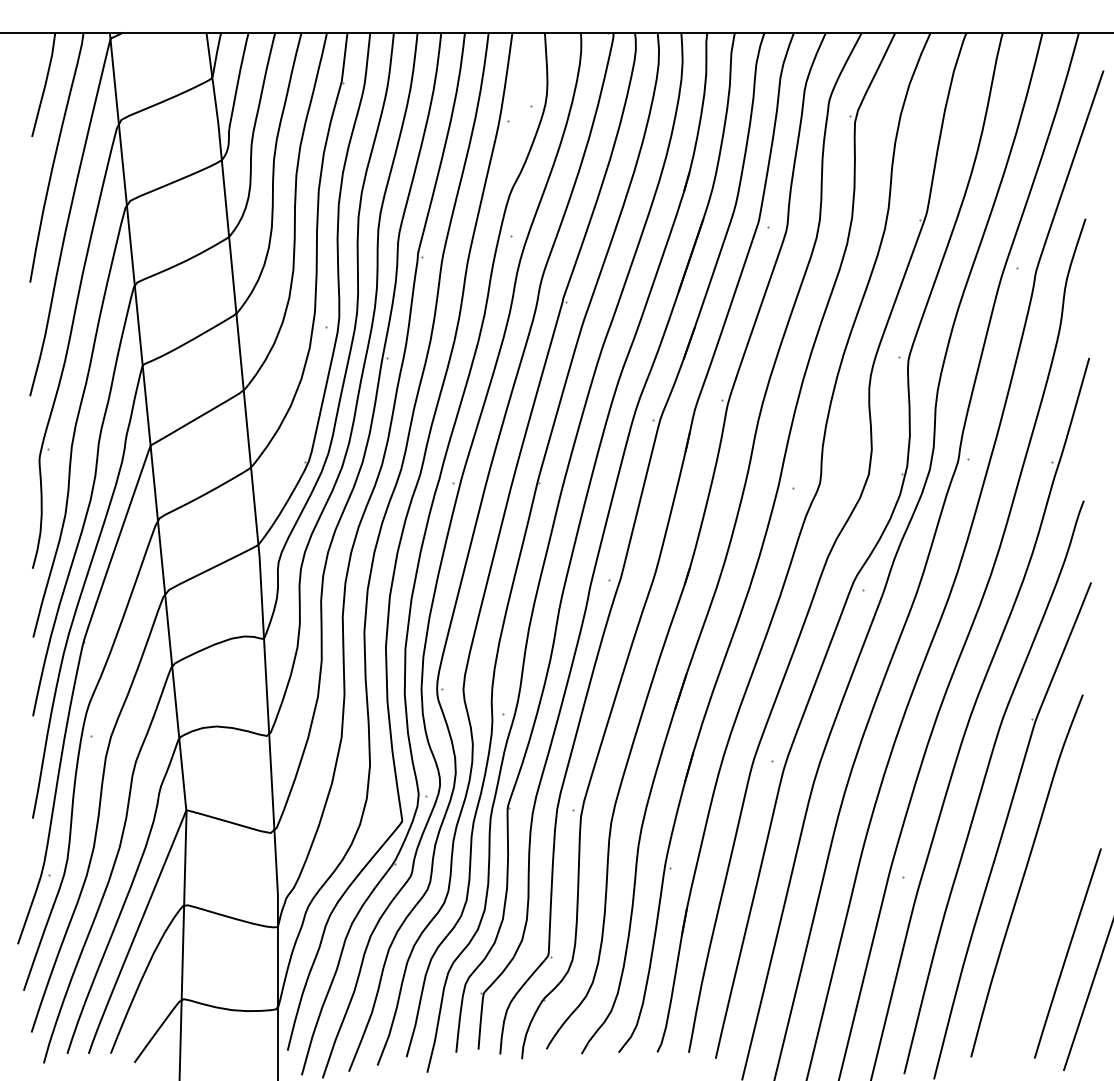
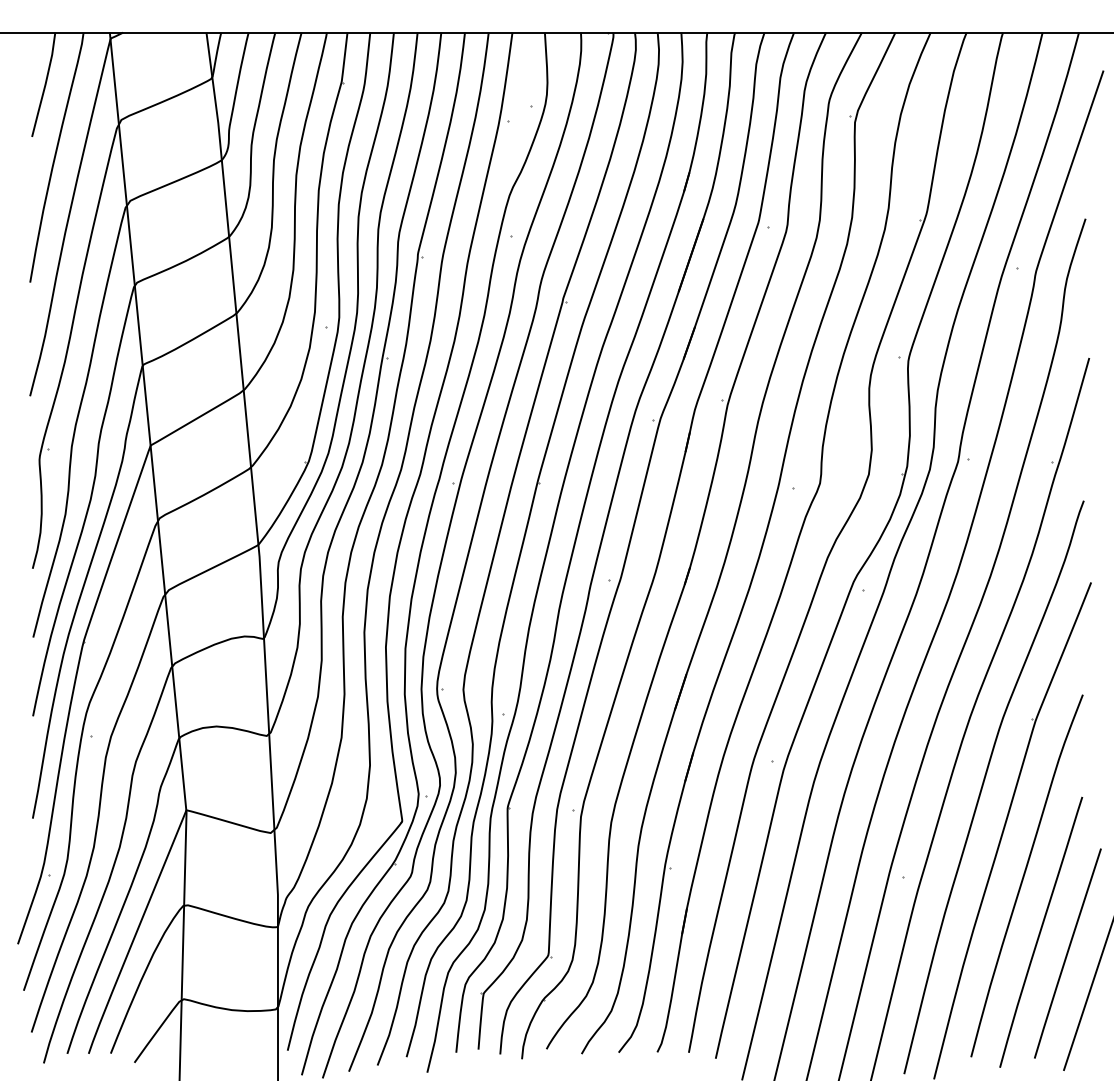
curve at (1041, 931): none -> present
